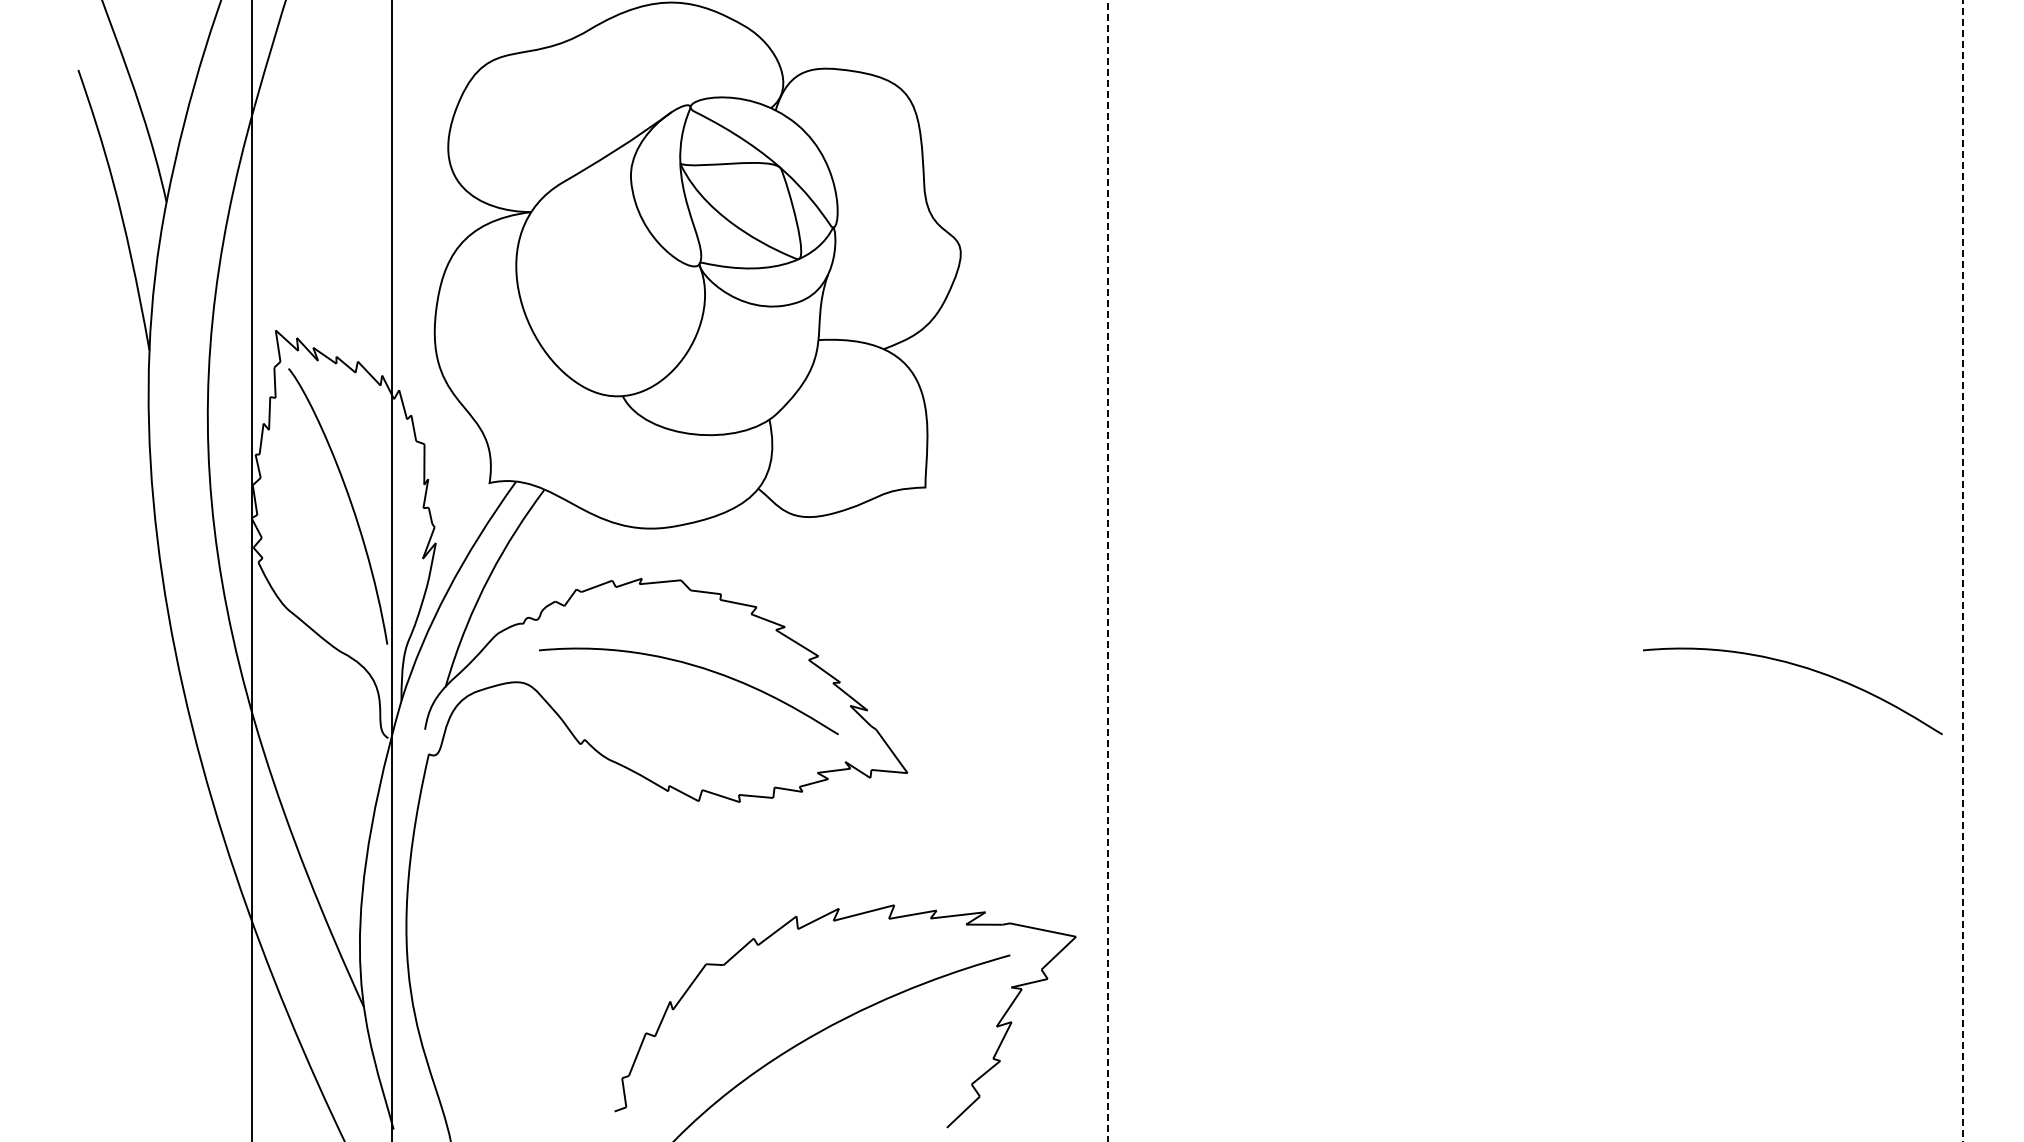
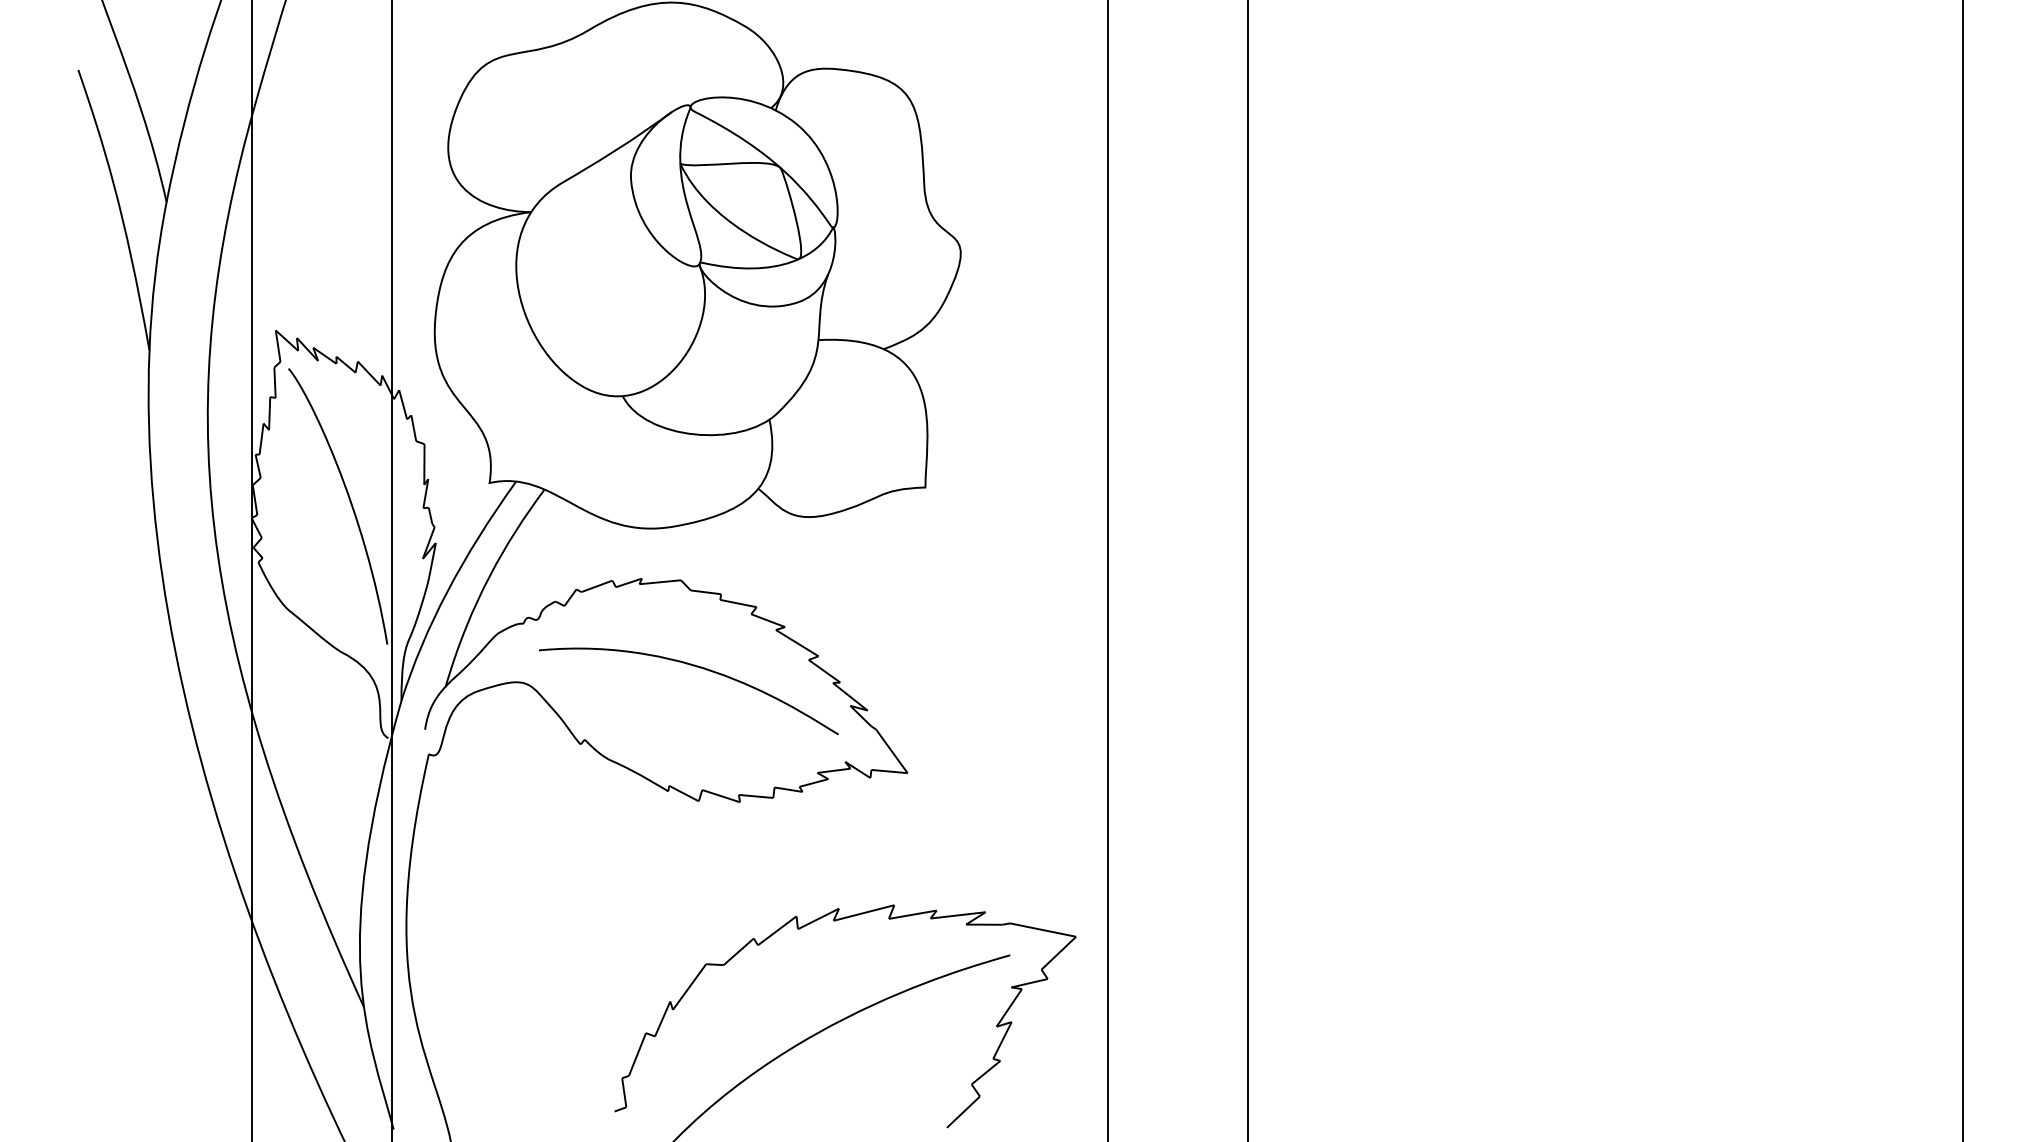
line at (1247, 570): none -> present
line at (1107, 571): dashed -> solid
line at (1963, 571): dashed -> solid
curve at (1800, 667): present -> none
